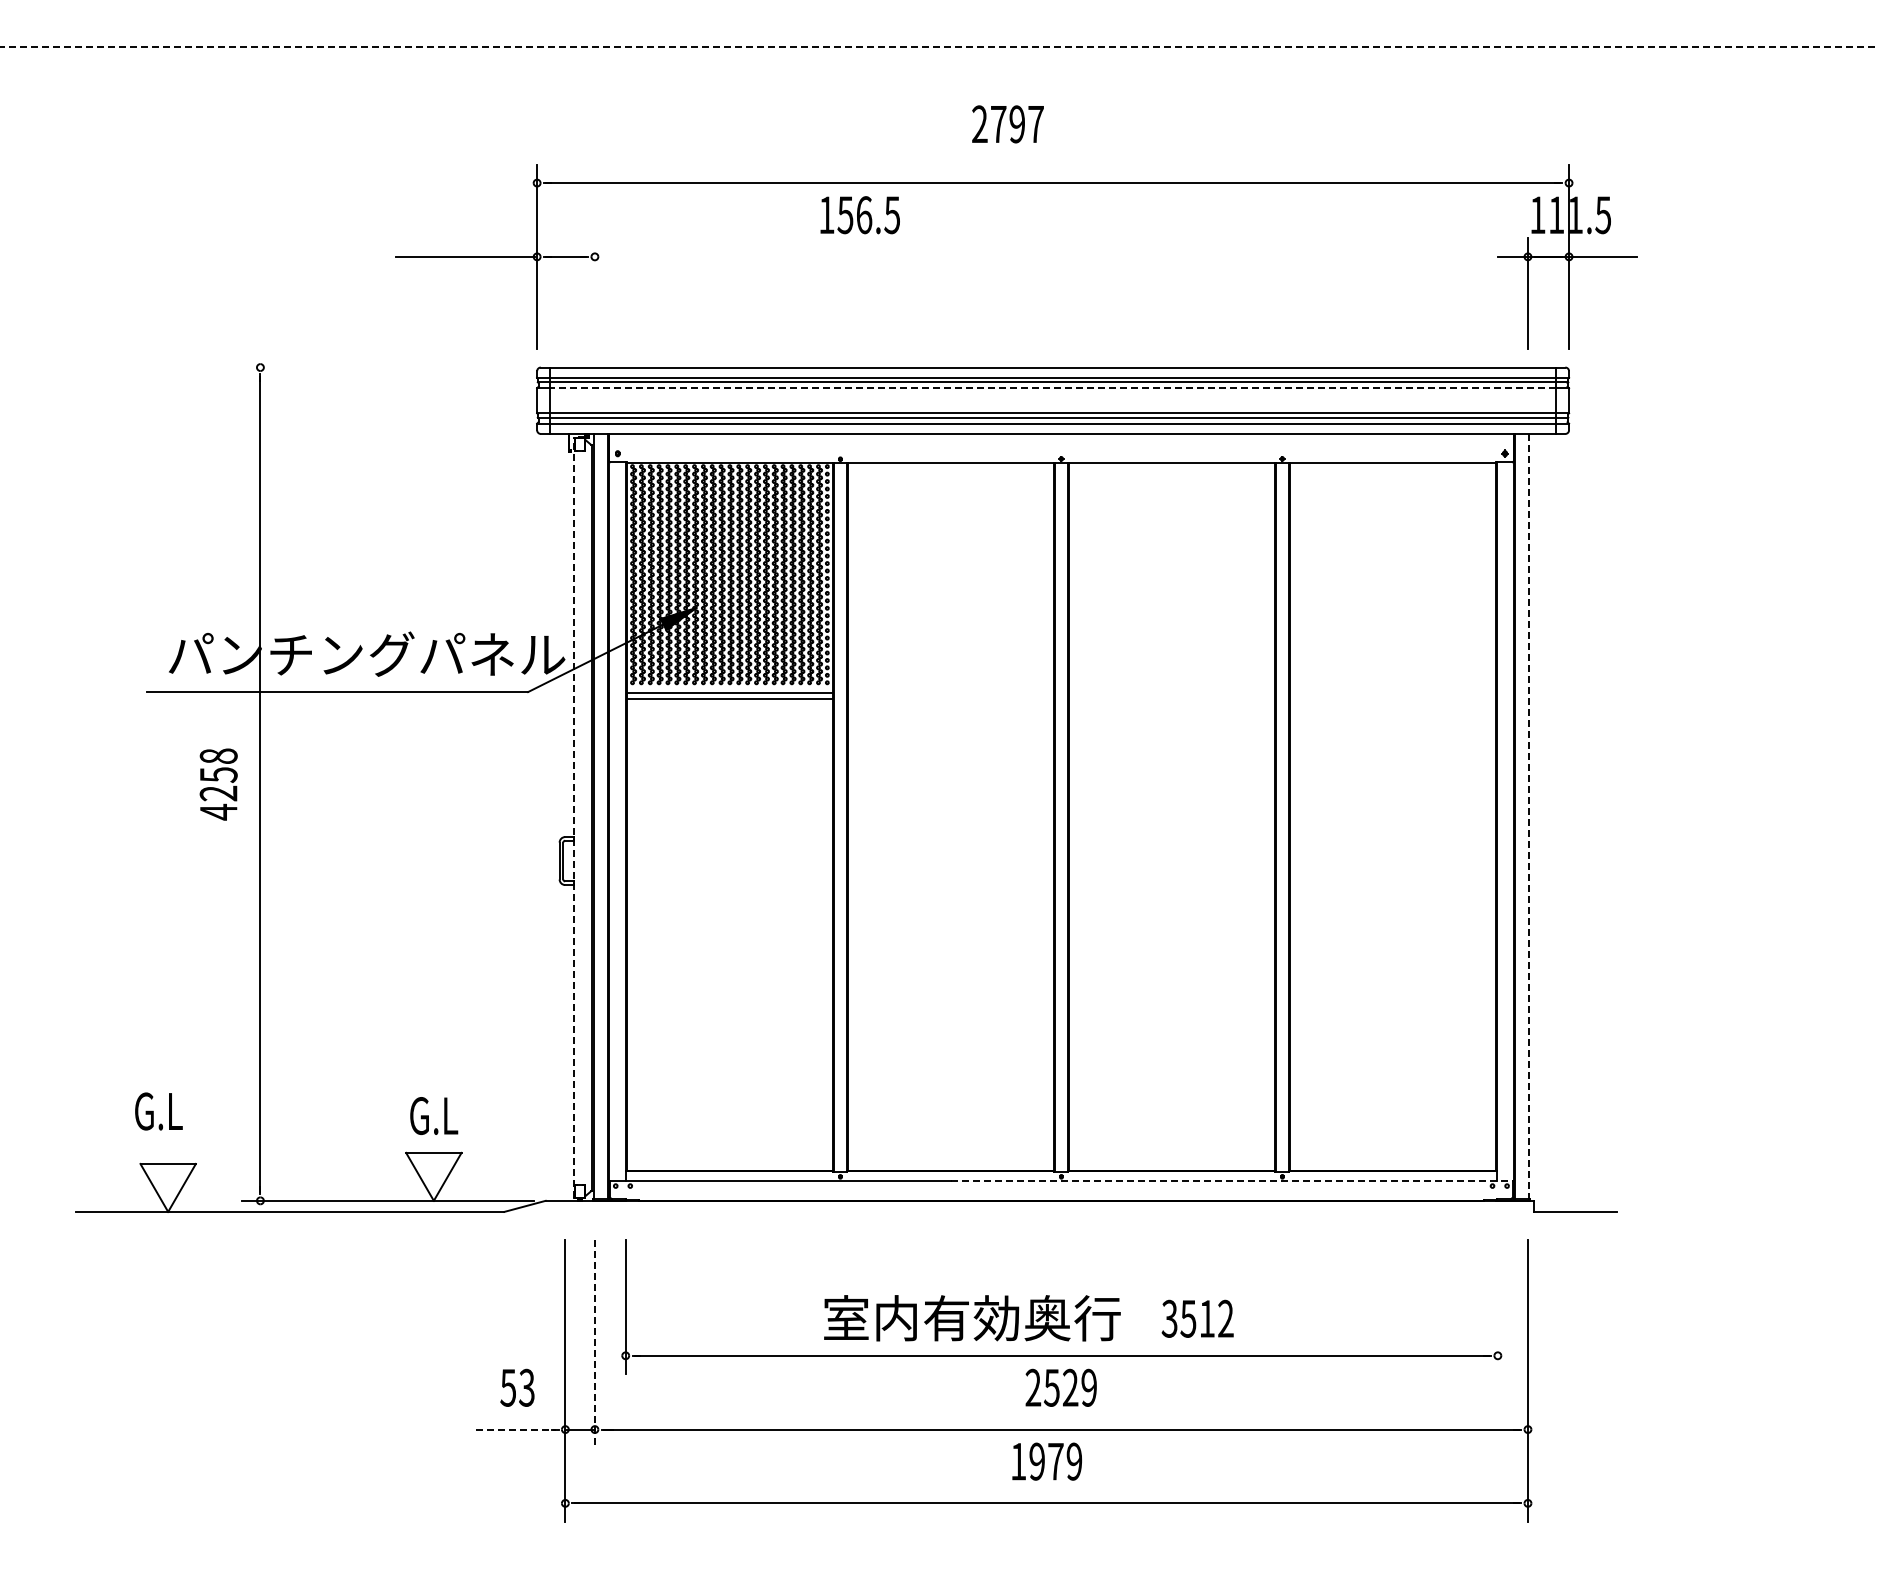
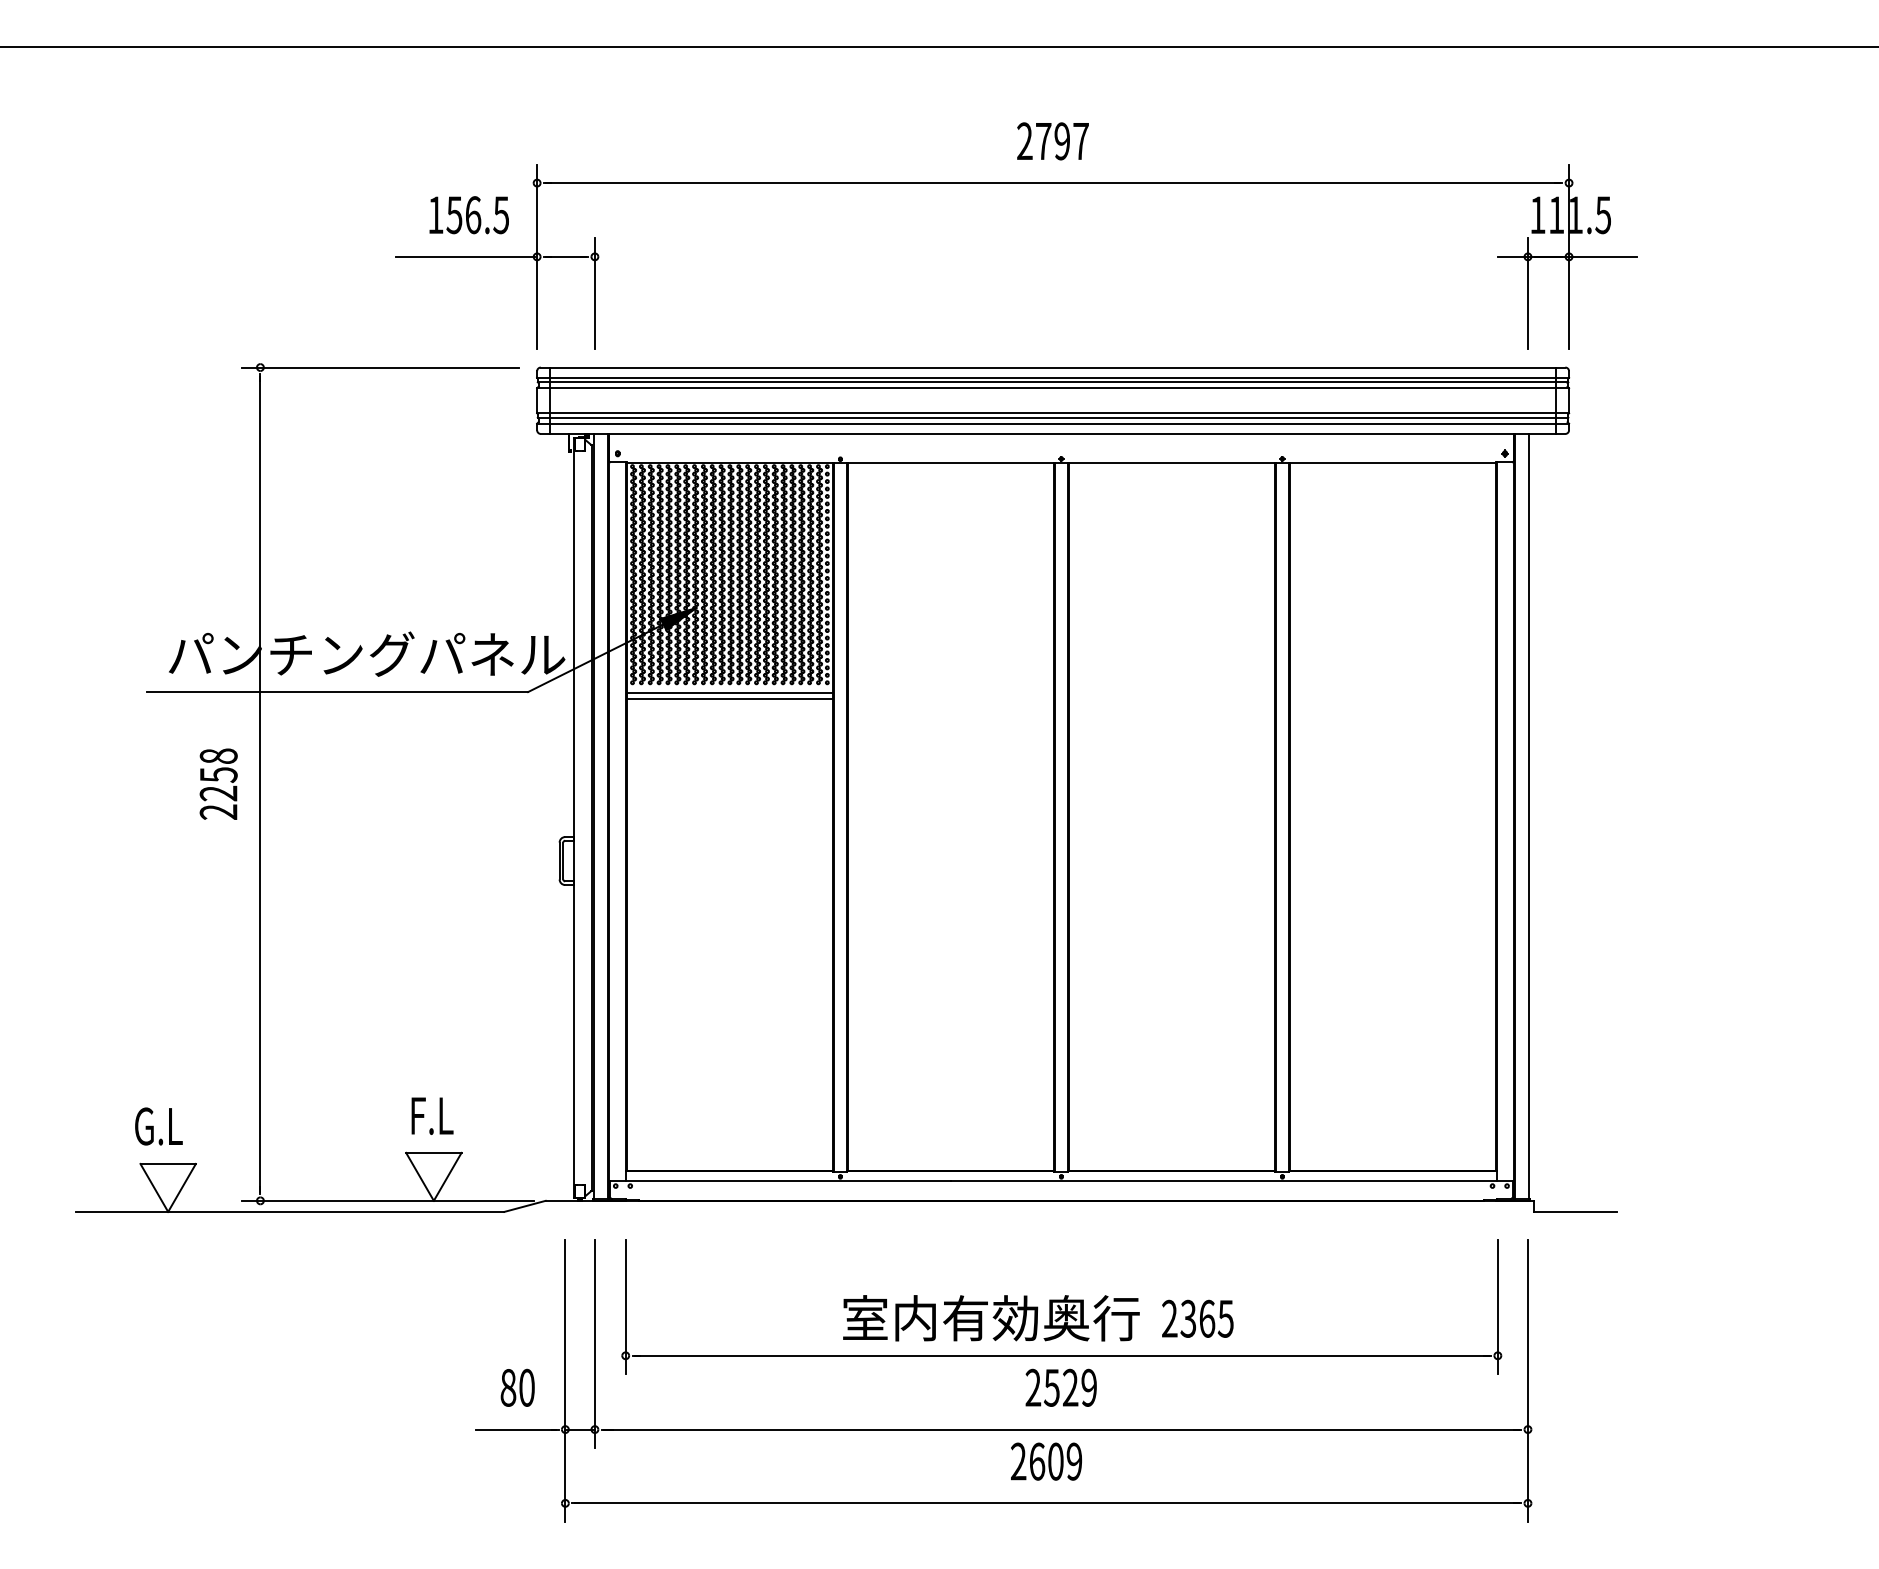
line at (939, 47): dashed -> solid
text at (1007, 124) position: (1007, 124) -> (1052, 141)
text at (859, 215) position: (859, 215) -> (468, 215)
line at (594, 293): none -> present
line at (379, 367): none -> present
line at (1052, 388): dashed -> solid
text at (218, 811): 4258 -> 2258
line at (1529, 816): dashed -> solid
line at (574, 817): dashed -> solid
text at (158, 1111) position: (158, 1111) -> (158, 1126)
text at (434, 1116): G.L -> F.L
line at (1231, 1180): dashed -> solid
line at (1497, 1306): none -> present
text at (972, 1318) position: (972, 1318) -> (991, 1318)
text at (1197, 1318): 3512 -> 2365
line at (594, 1344): dashed -> solid
text at (517, 1387): 53 -> 80
line at (516, 1429): dashed -> solid
text at (1037, 1461): 1979 -> 2609
